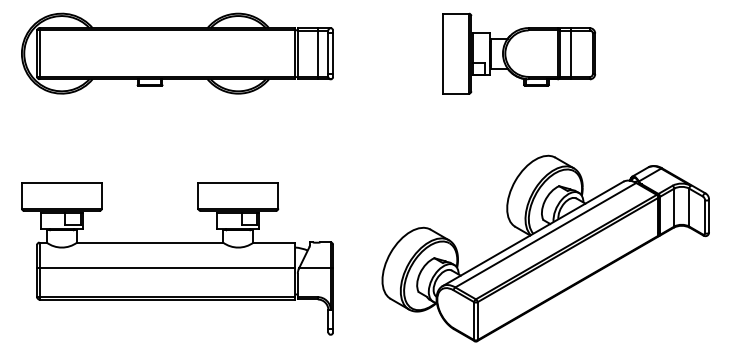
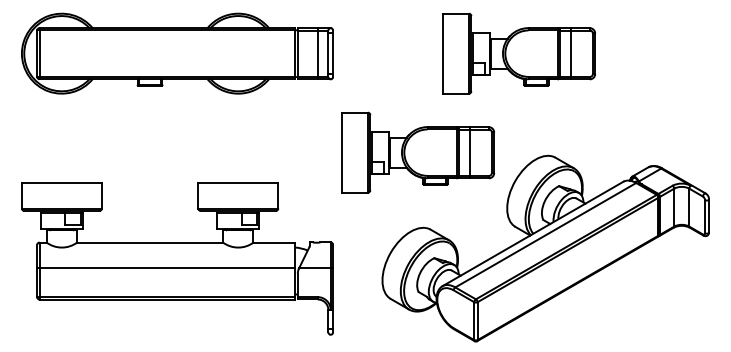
part at (418, 152): none -> present
